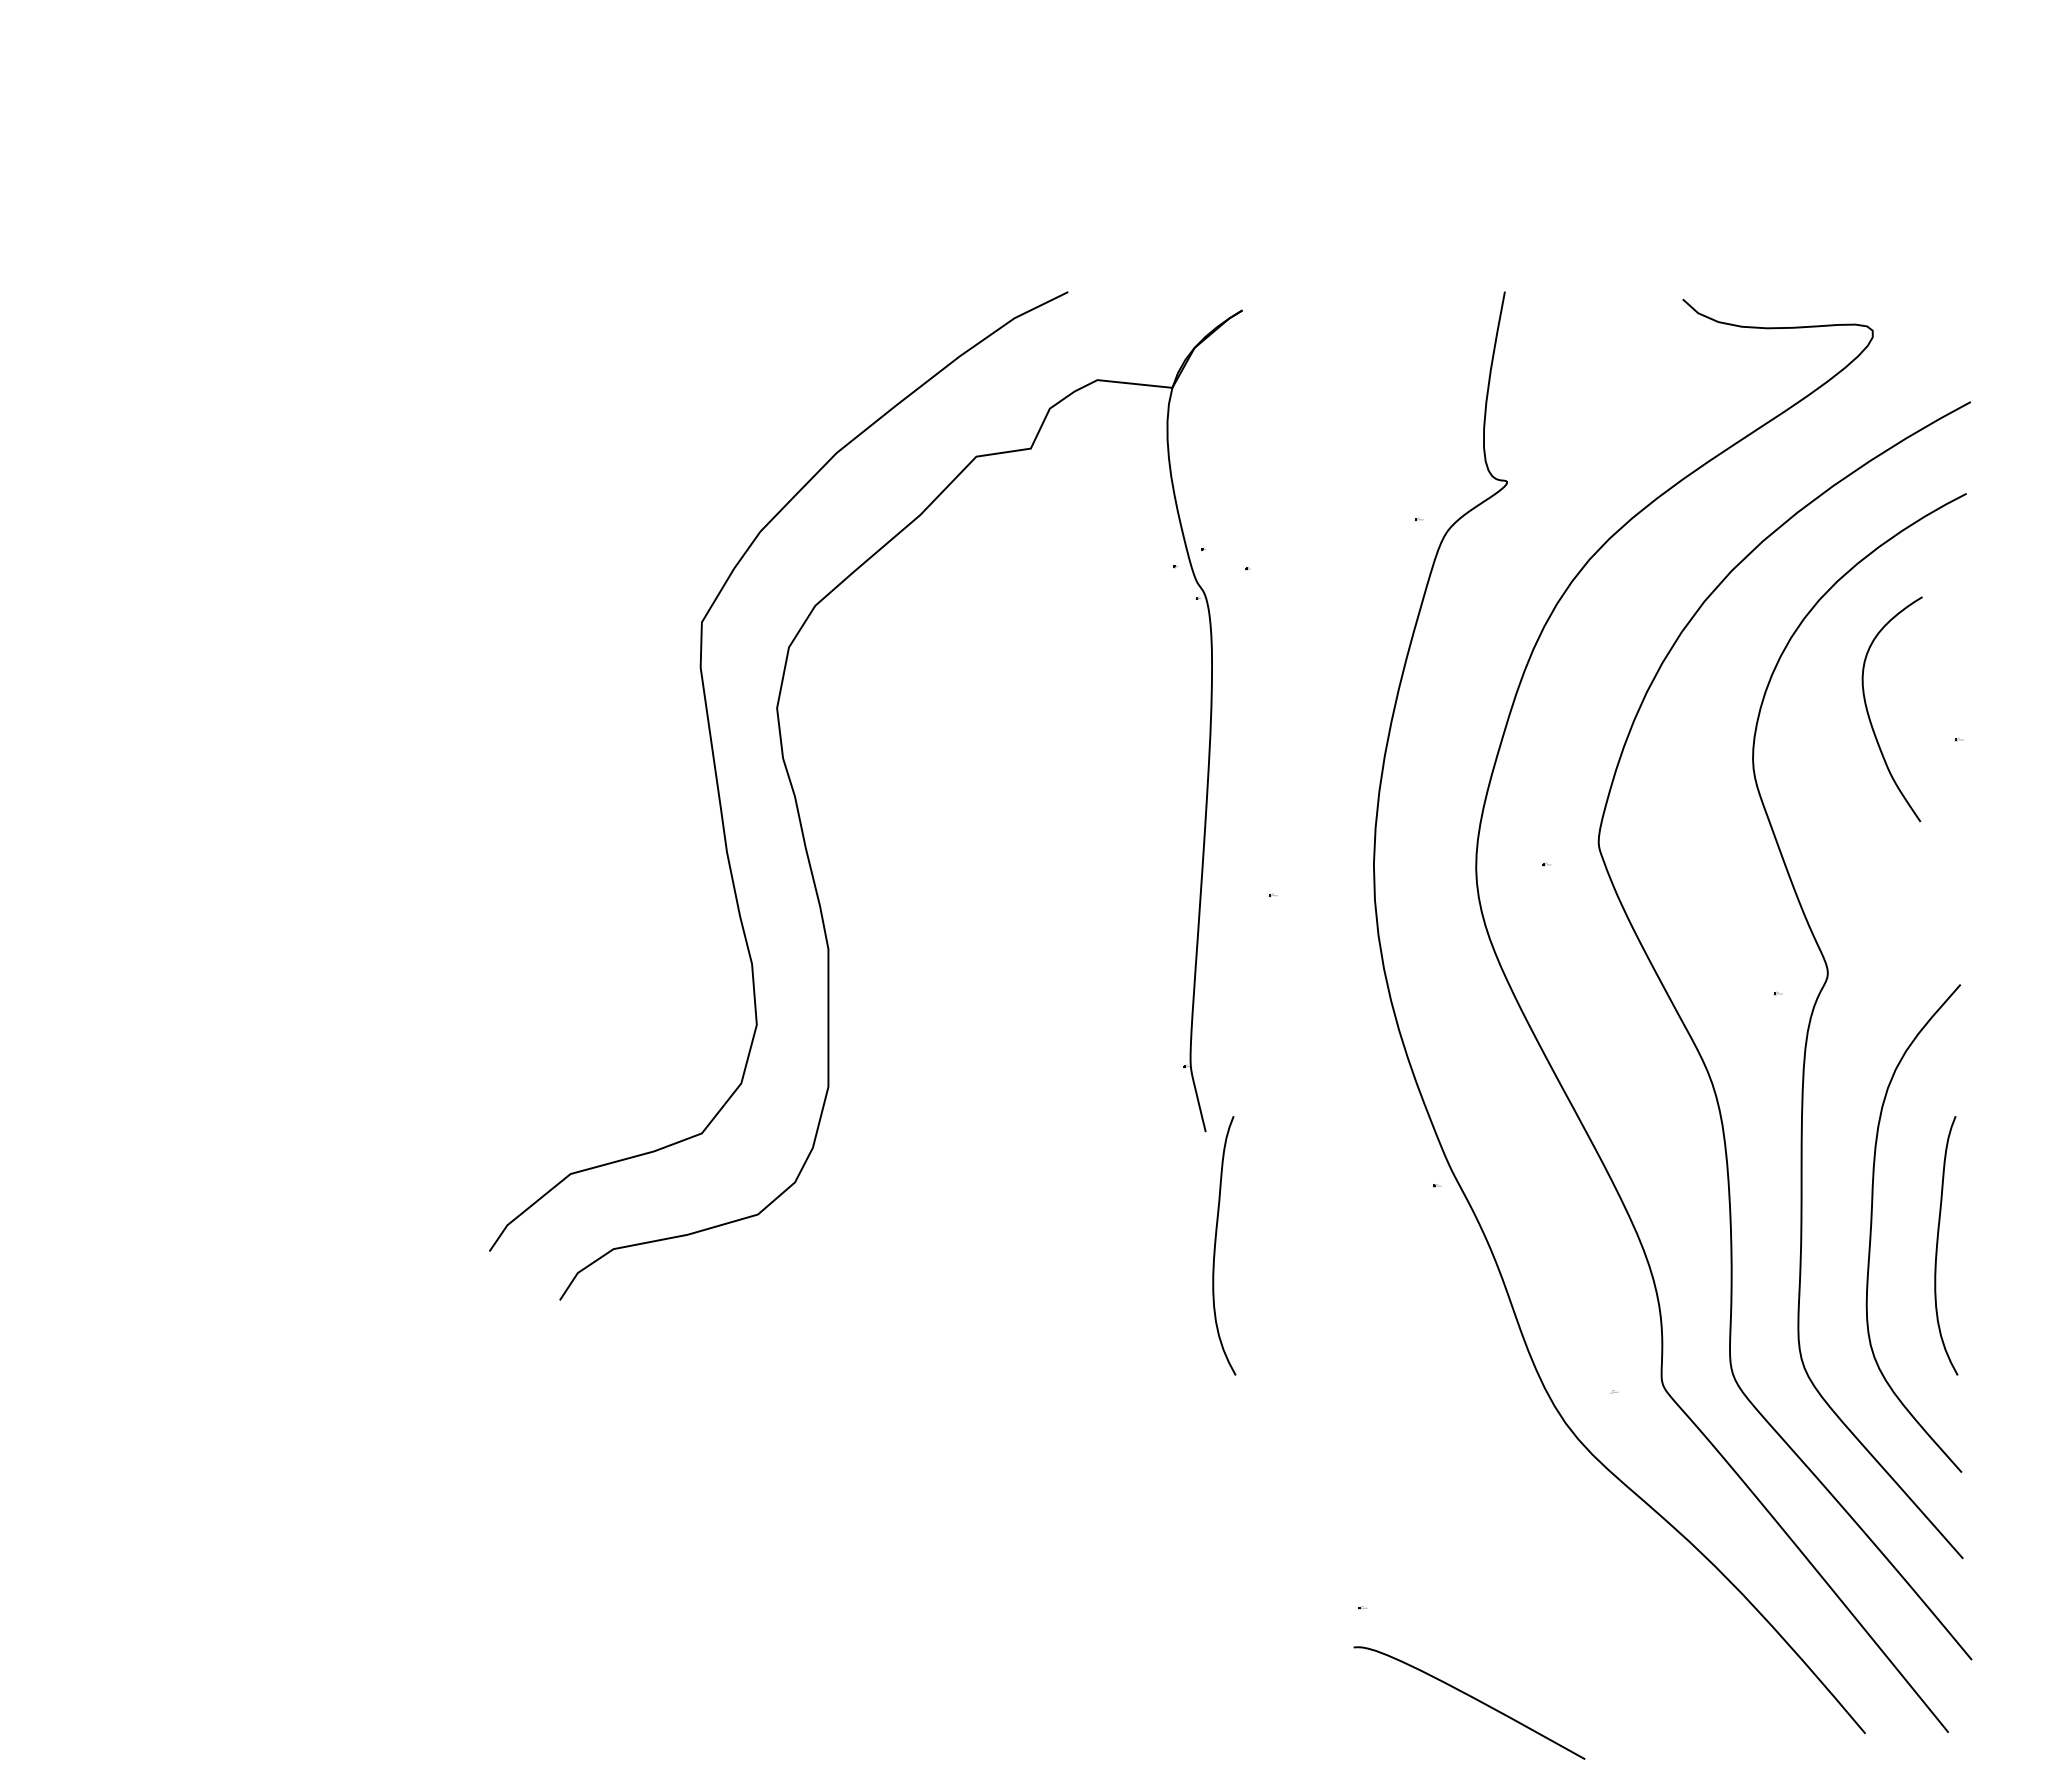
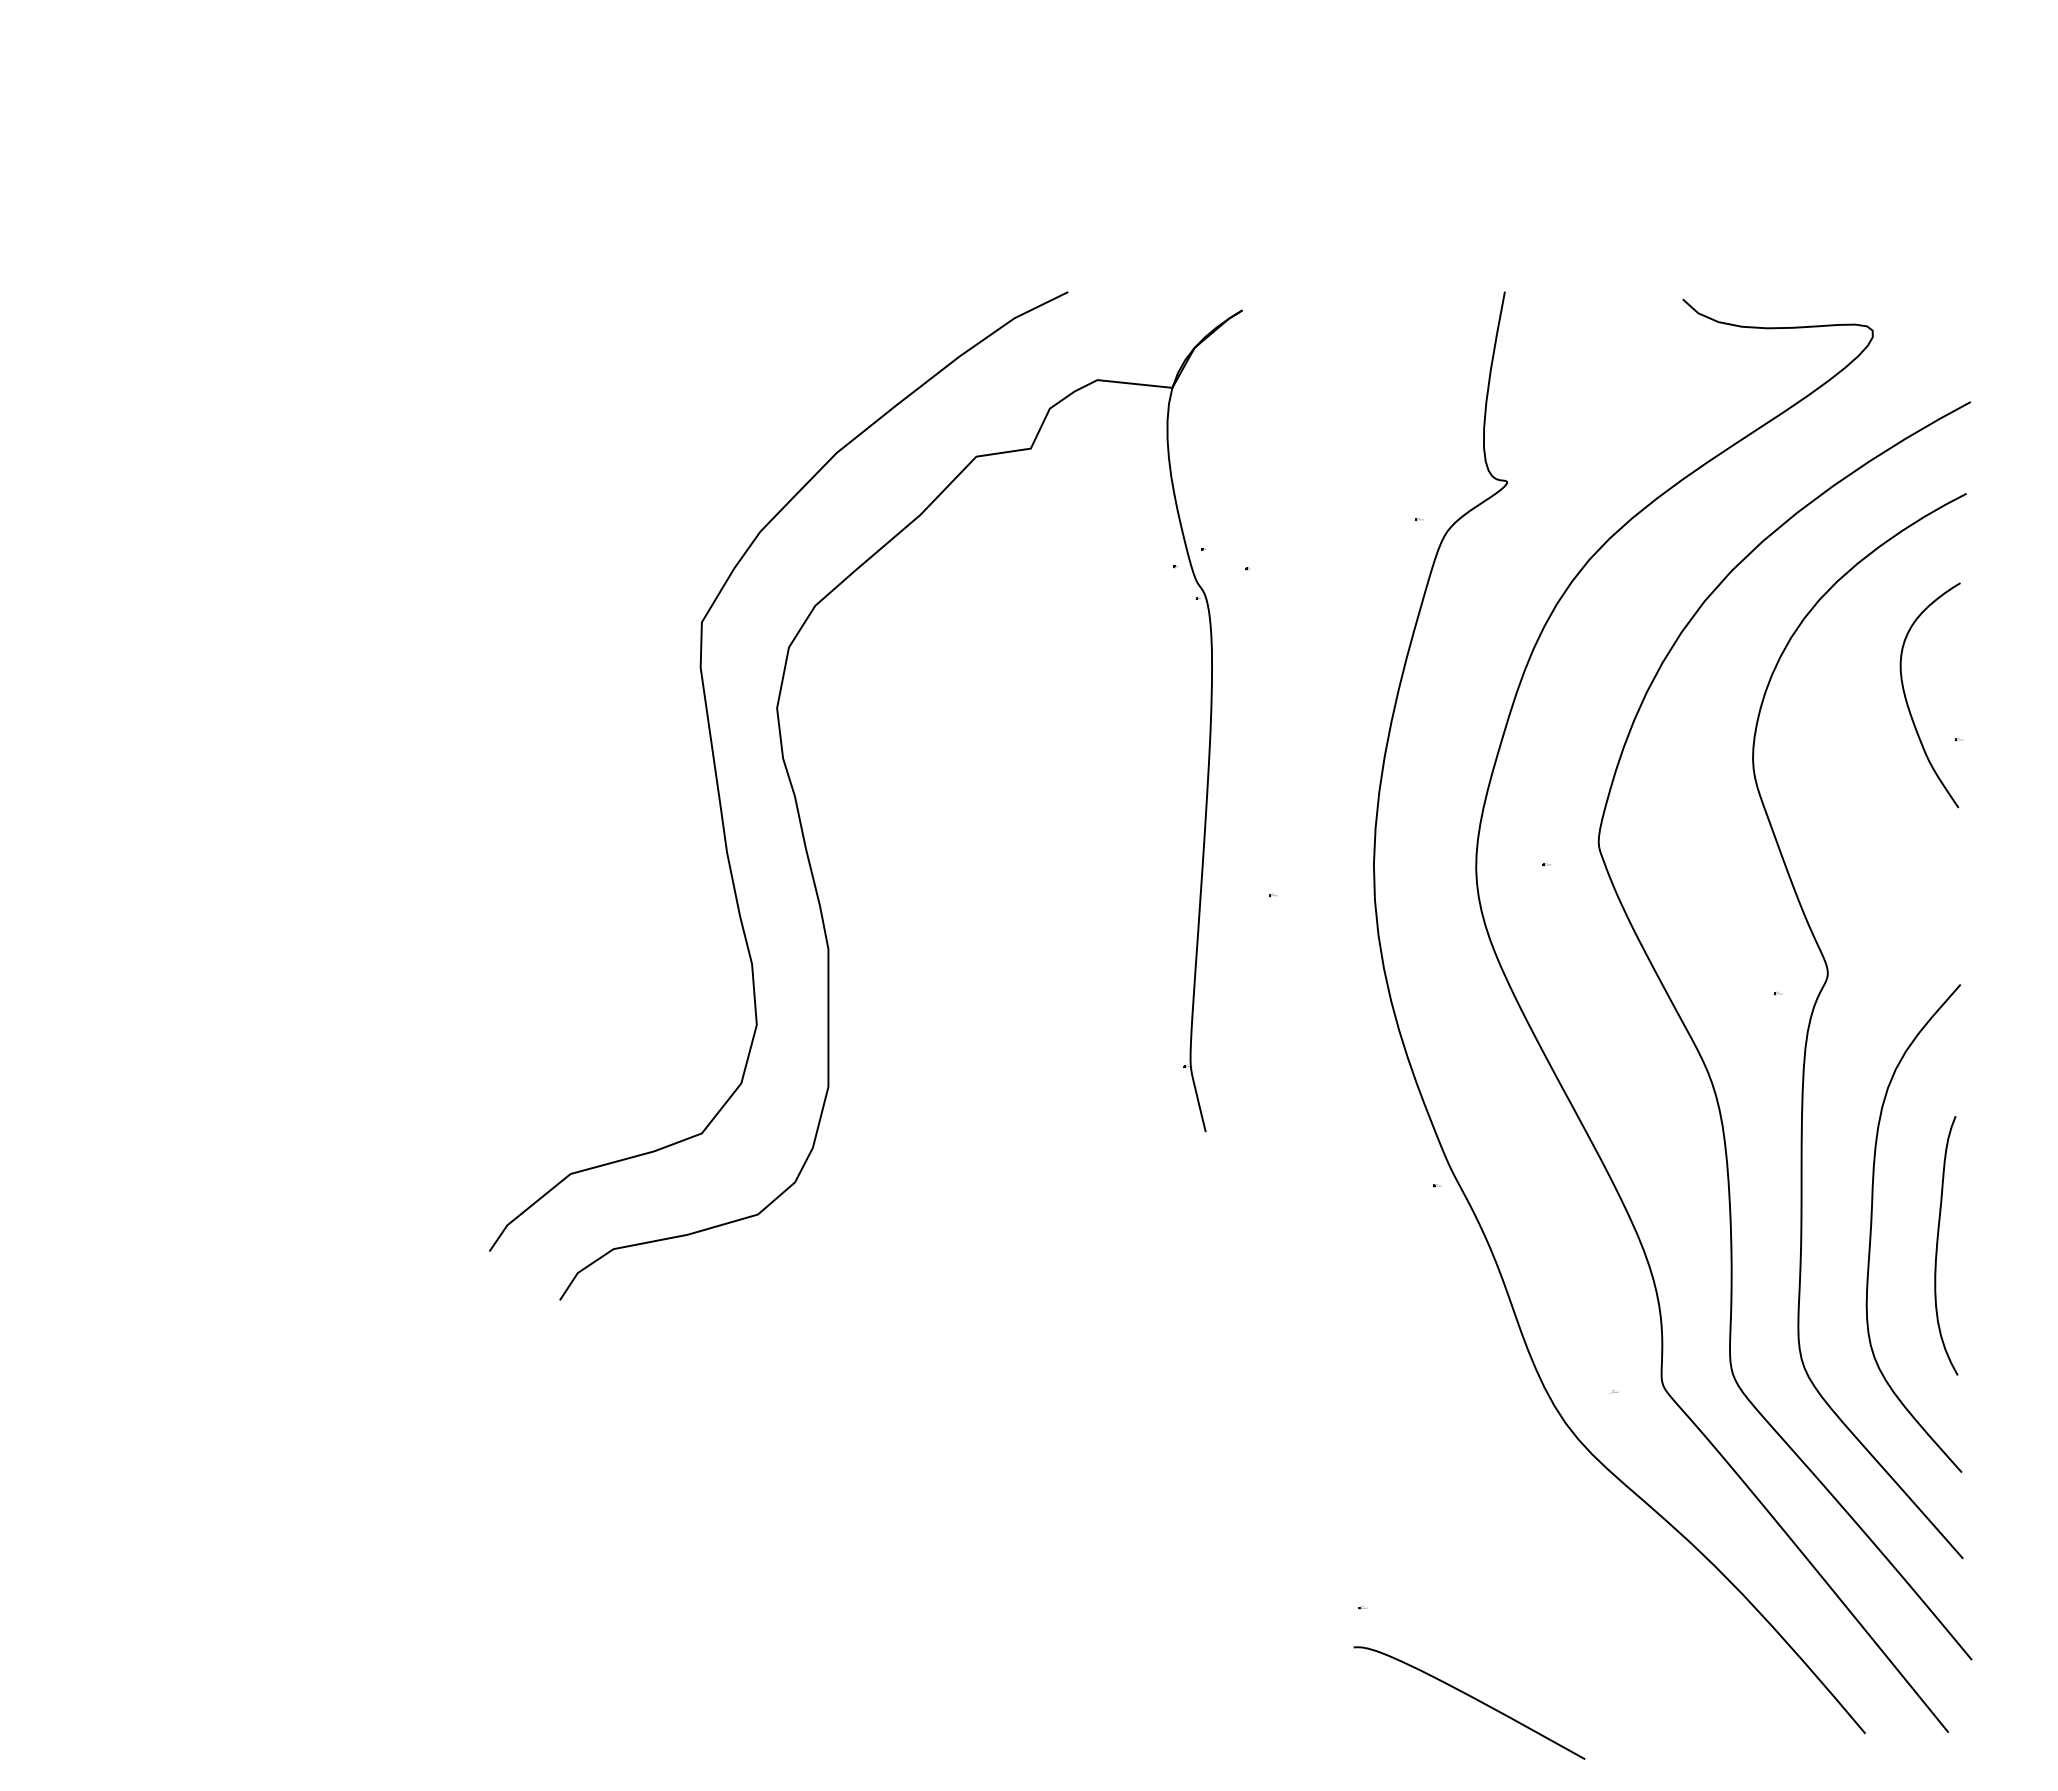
curve at (1870, 717) position: (1870, 717) -> (1908, 703)
curve at (1216, 1243): present -> none
